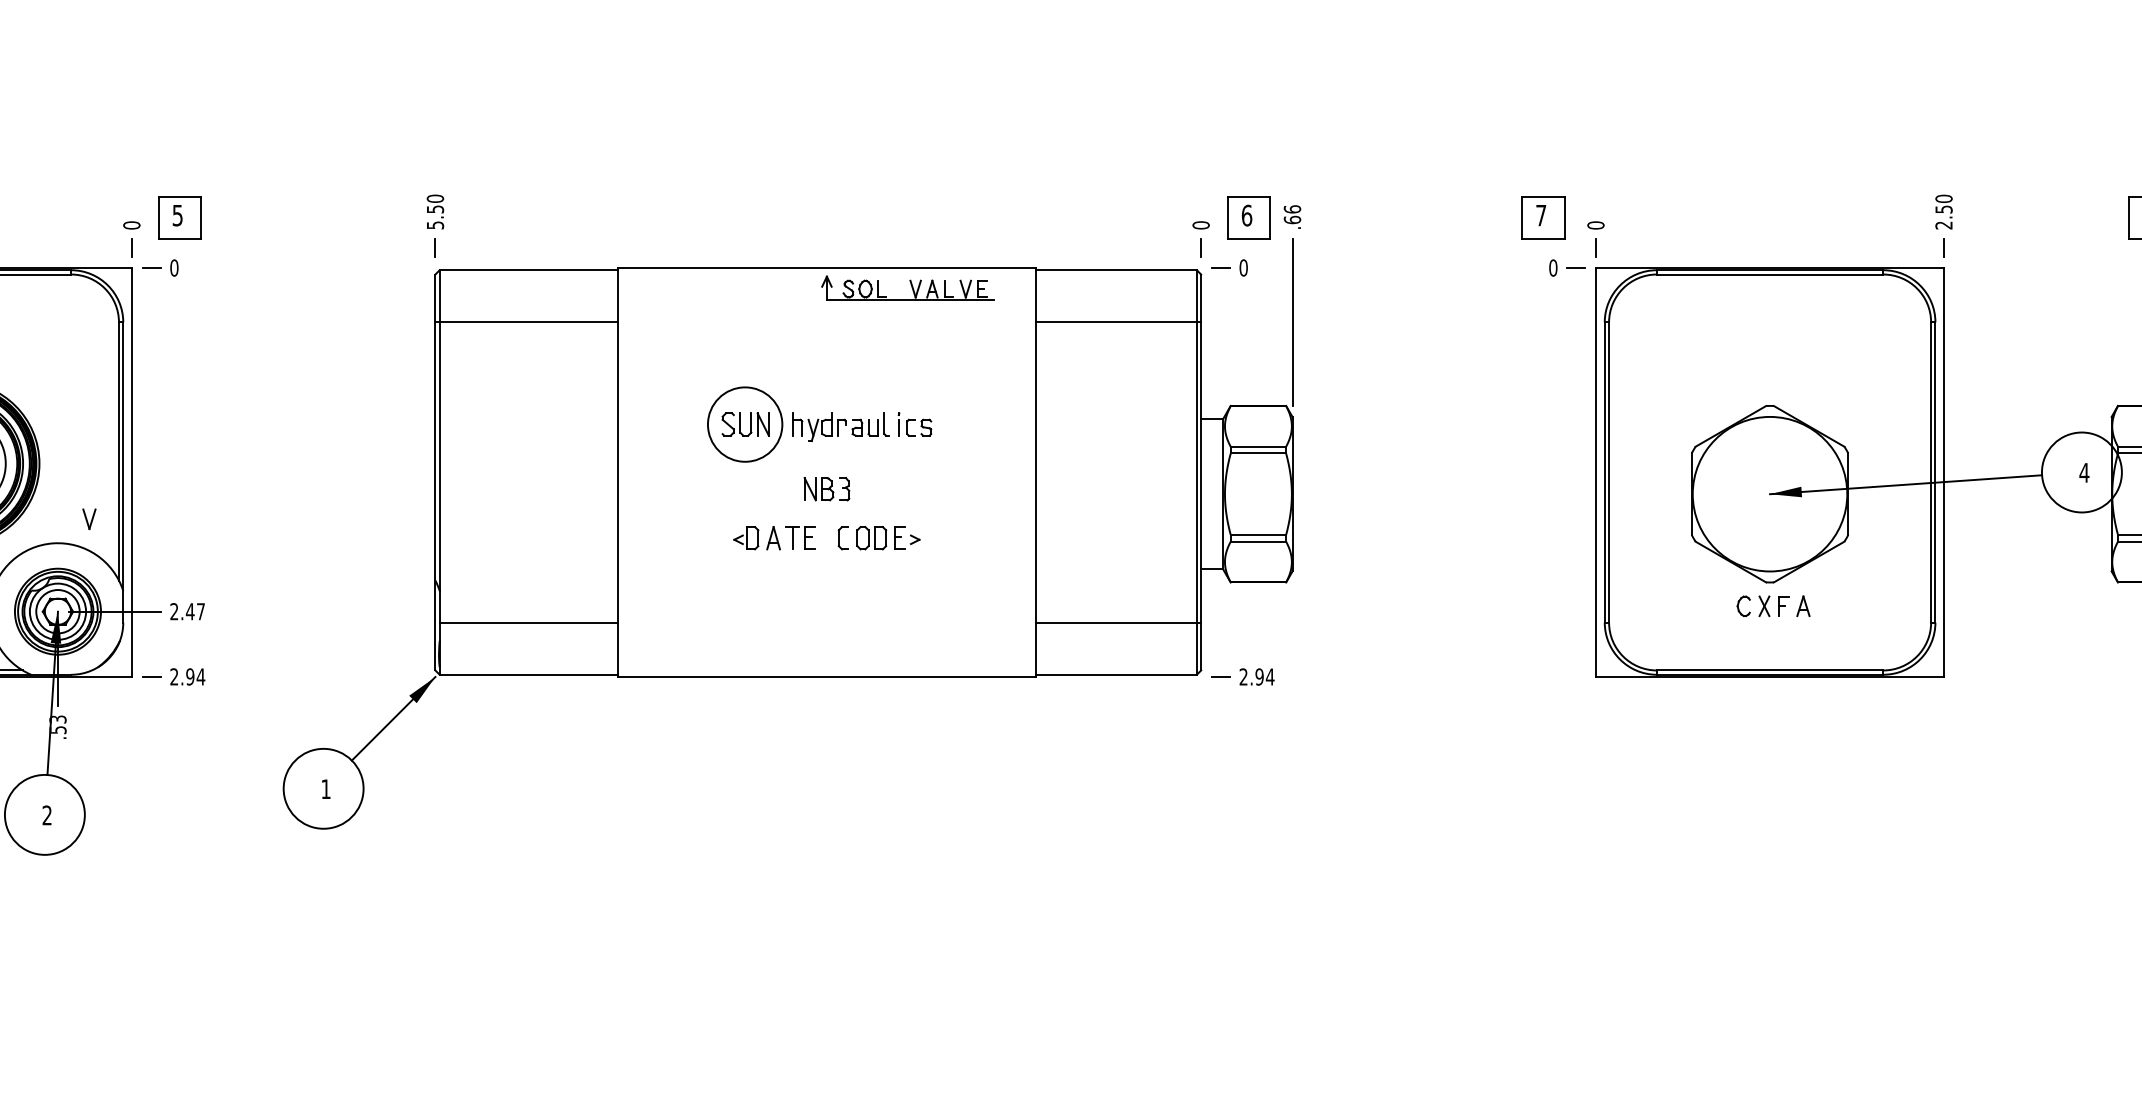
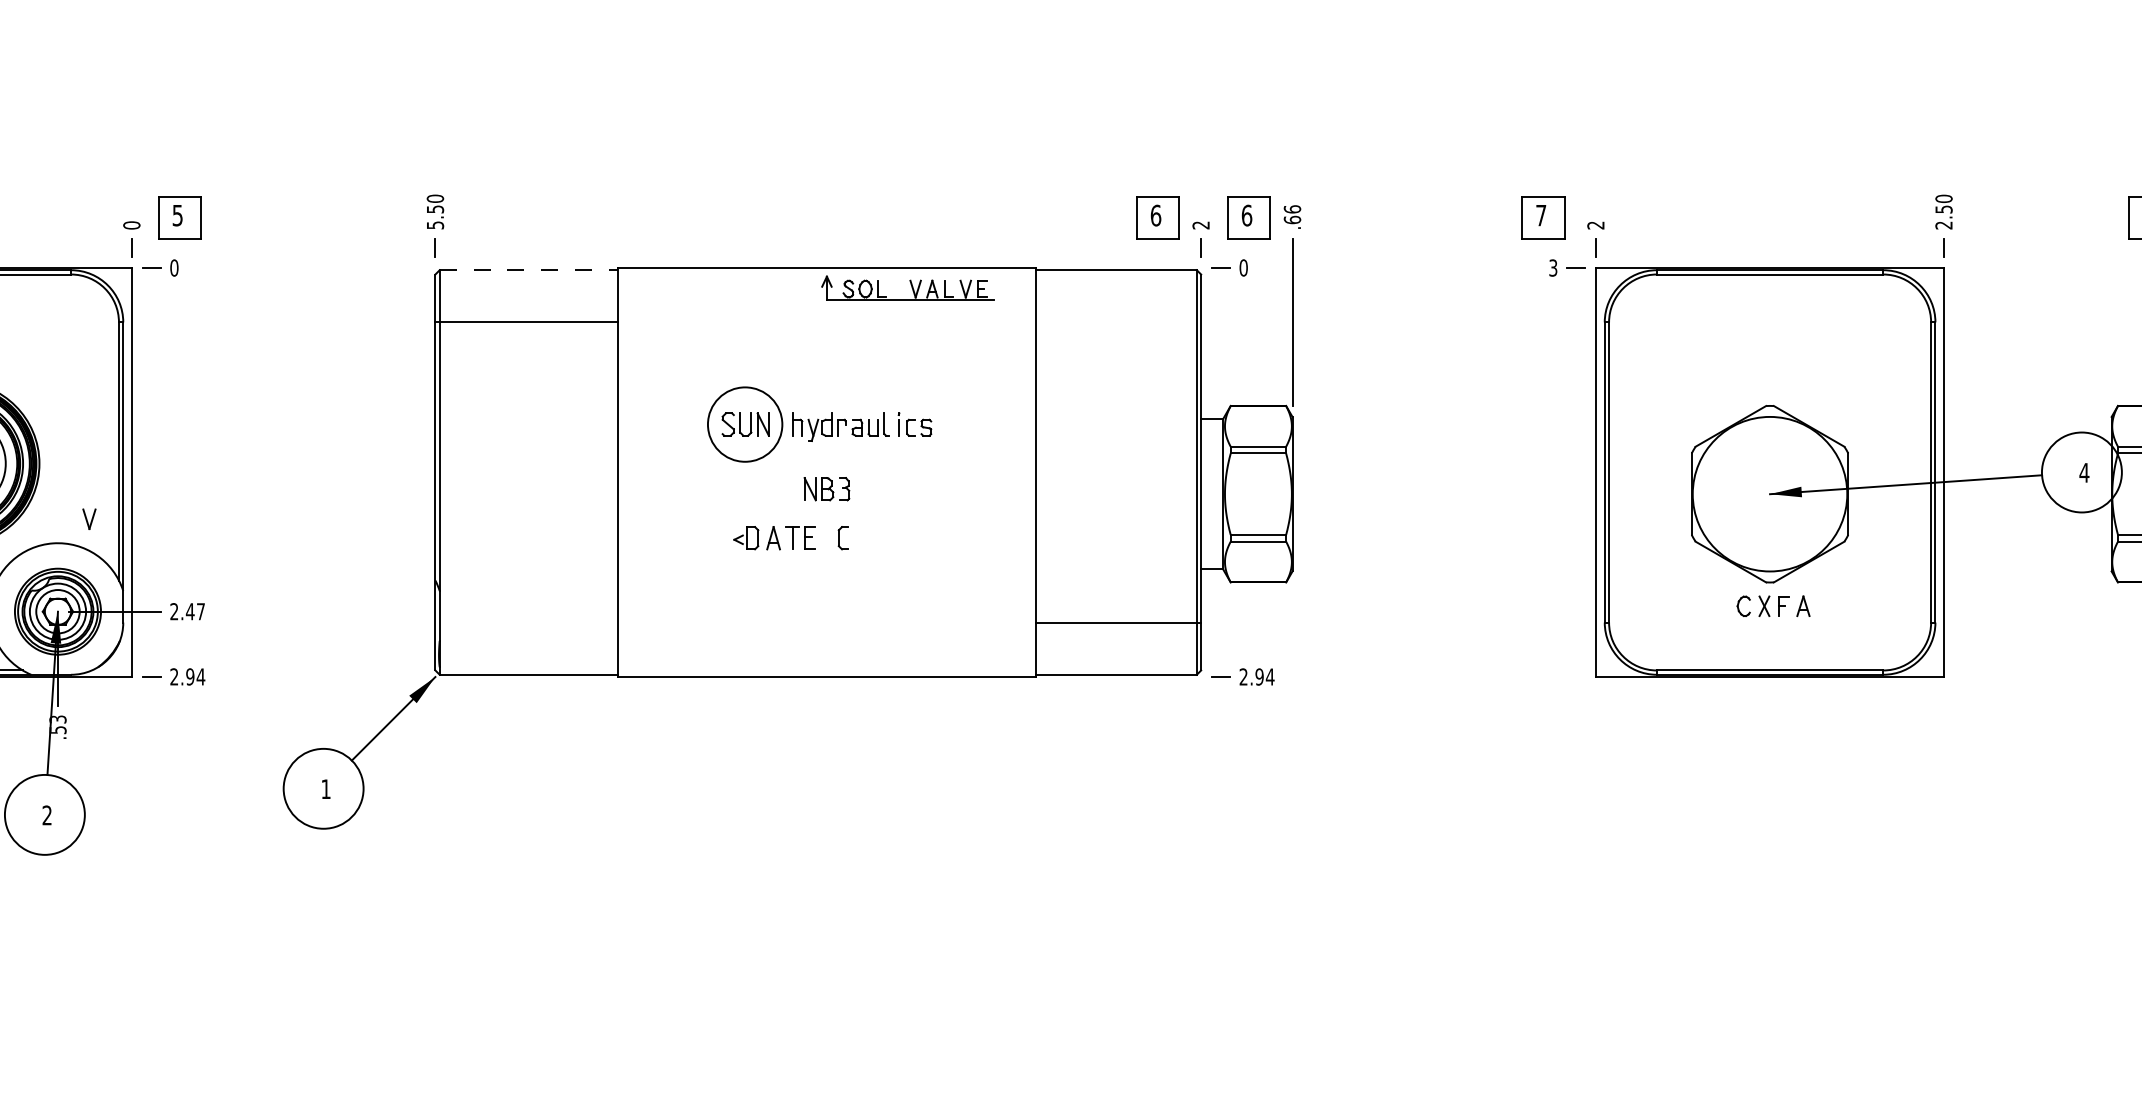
part at (1157, 217): none -> present
text at (1200, 225): 0 -> 2
text at (1595, 225): 0 -> 2
text at (1553, 267): 0 -> 3
line at (529, 270): solid -> dashed
line at (1118, 322): present -> none
part at (888, 538): present -> none
line at (528, 622): present -> none
